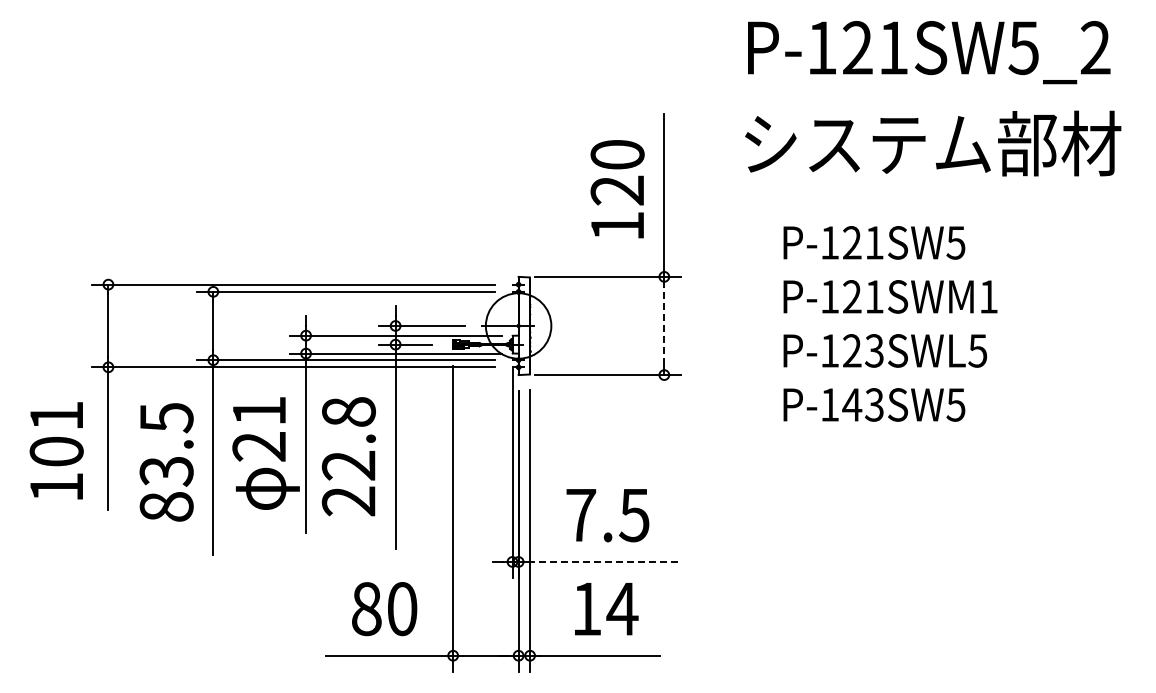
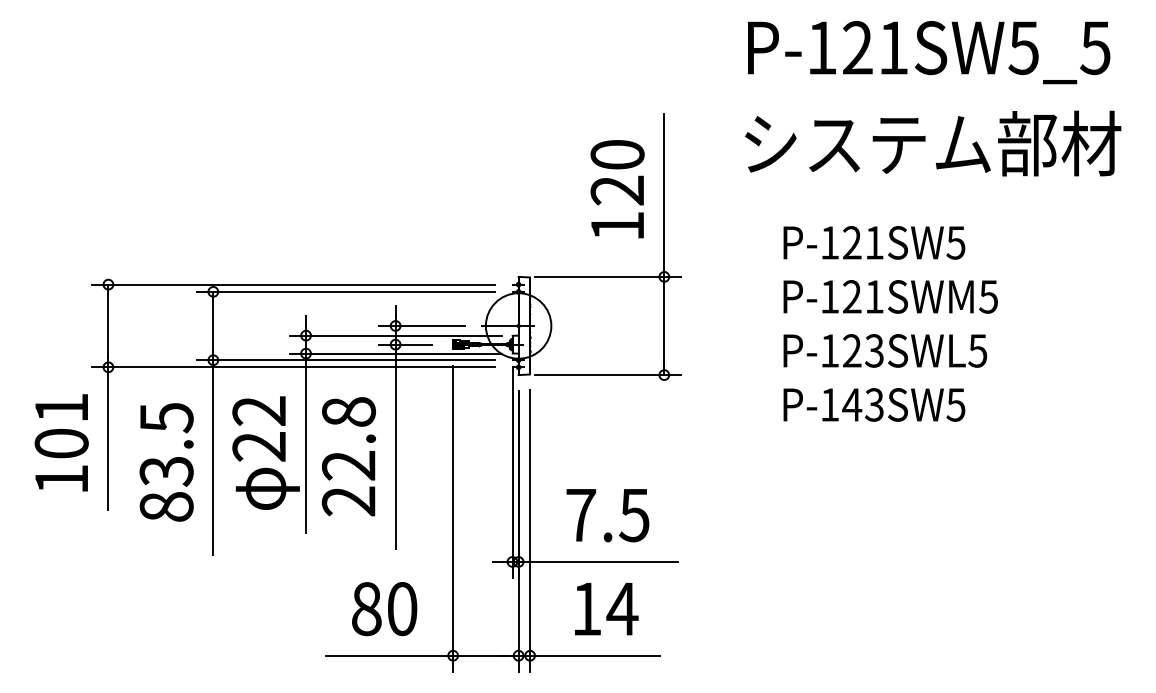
text at (1095, 48): P-121SW5_2 -> P-121SW5_5
text at (988, 296): P-121SWM1 -> P-121SWM5
line at (664, 325): dashed -> solid
text at (258, 410): 21 -> 22
text at (56, 450) position: (56, 450) -> (61, 442)
line at (603, 561): dashed -> solid
